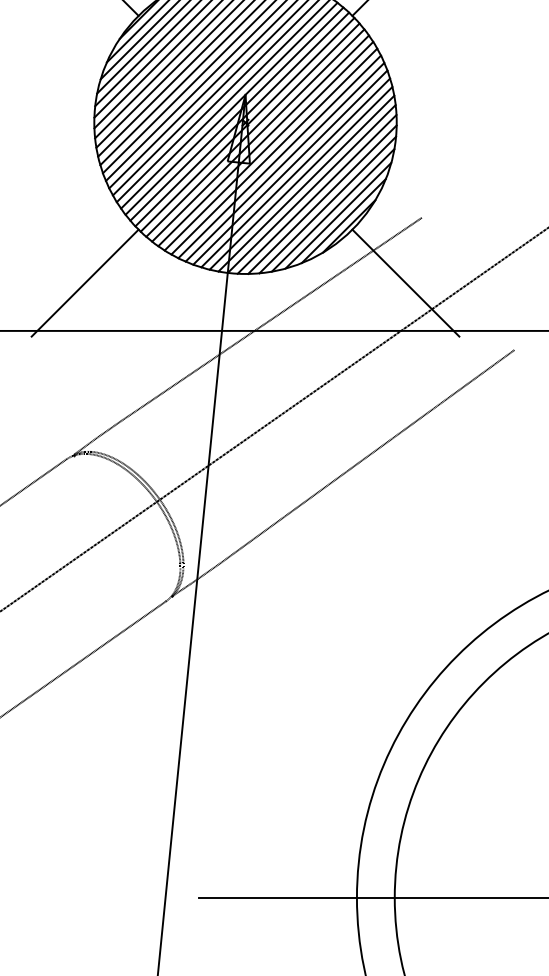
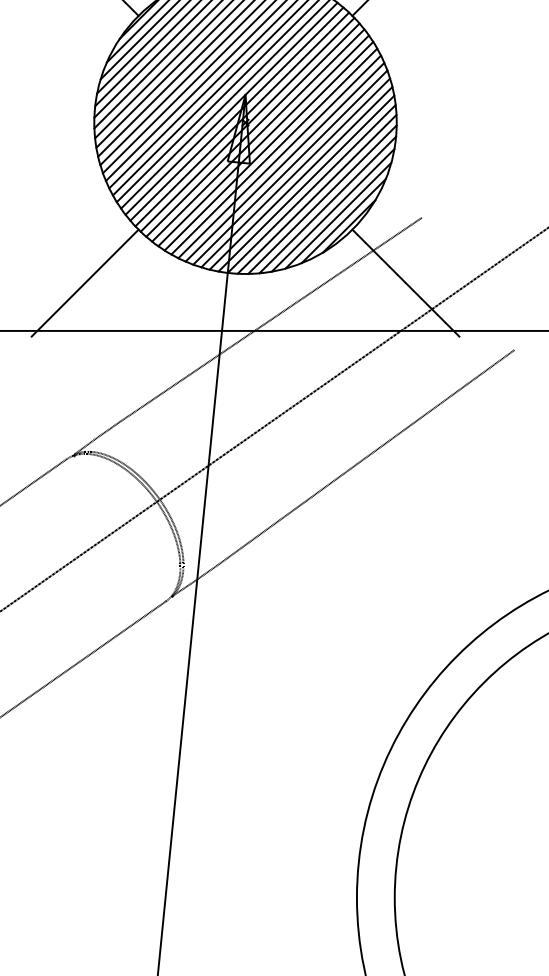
line at (371, 897): present -> none
